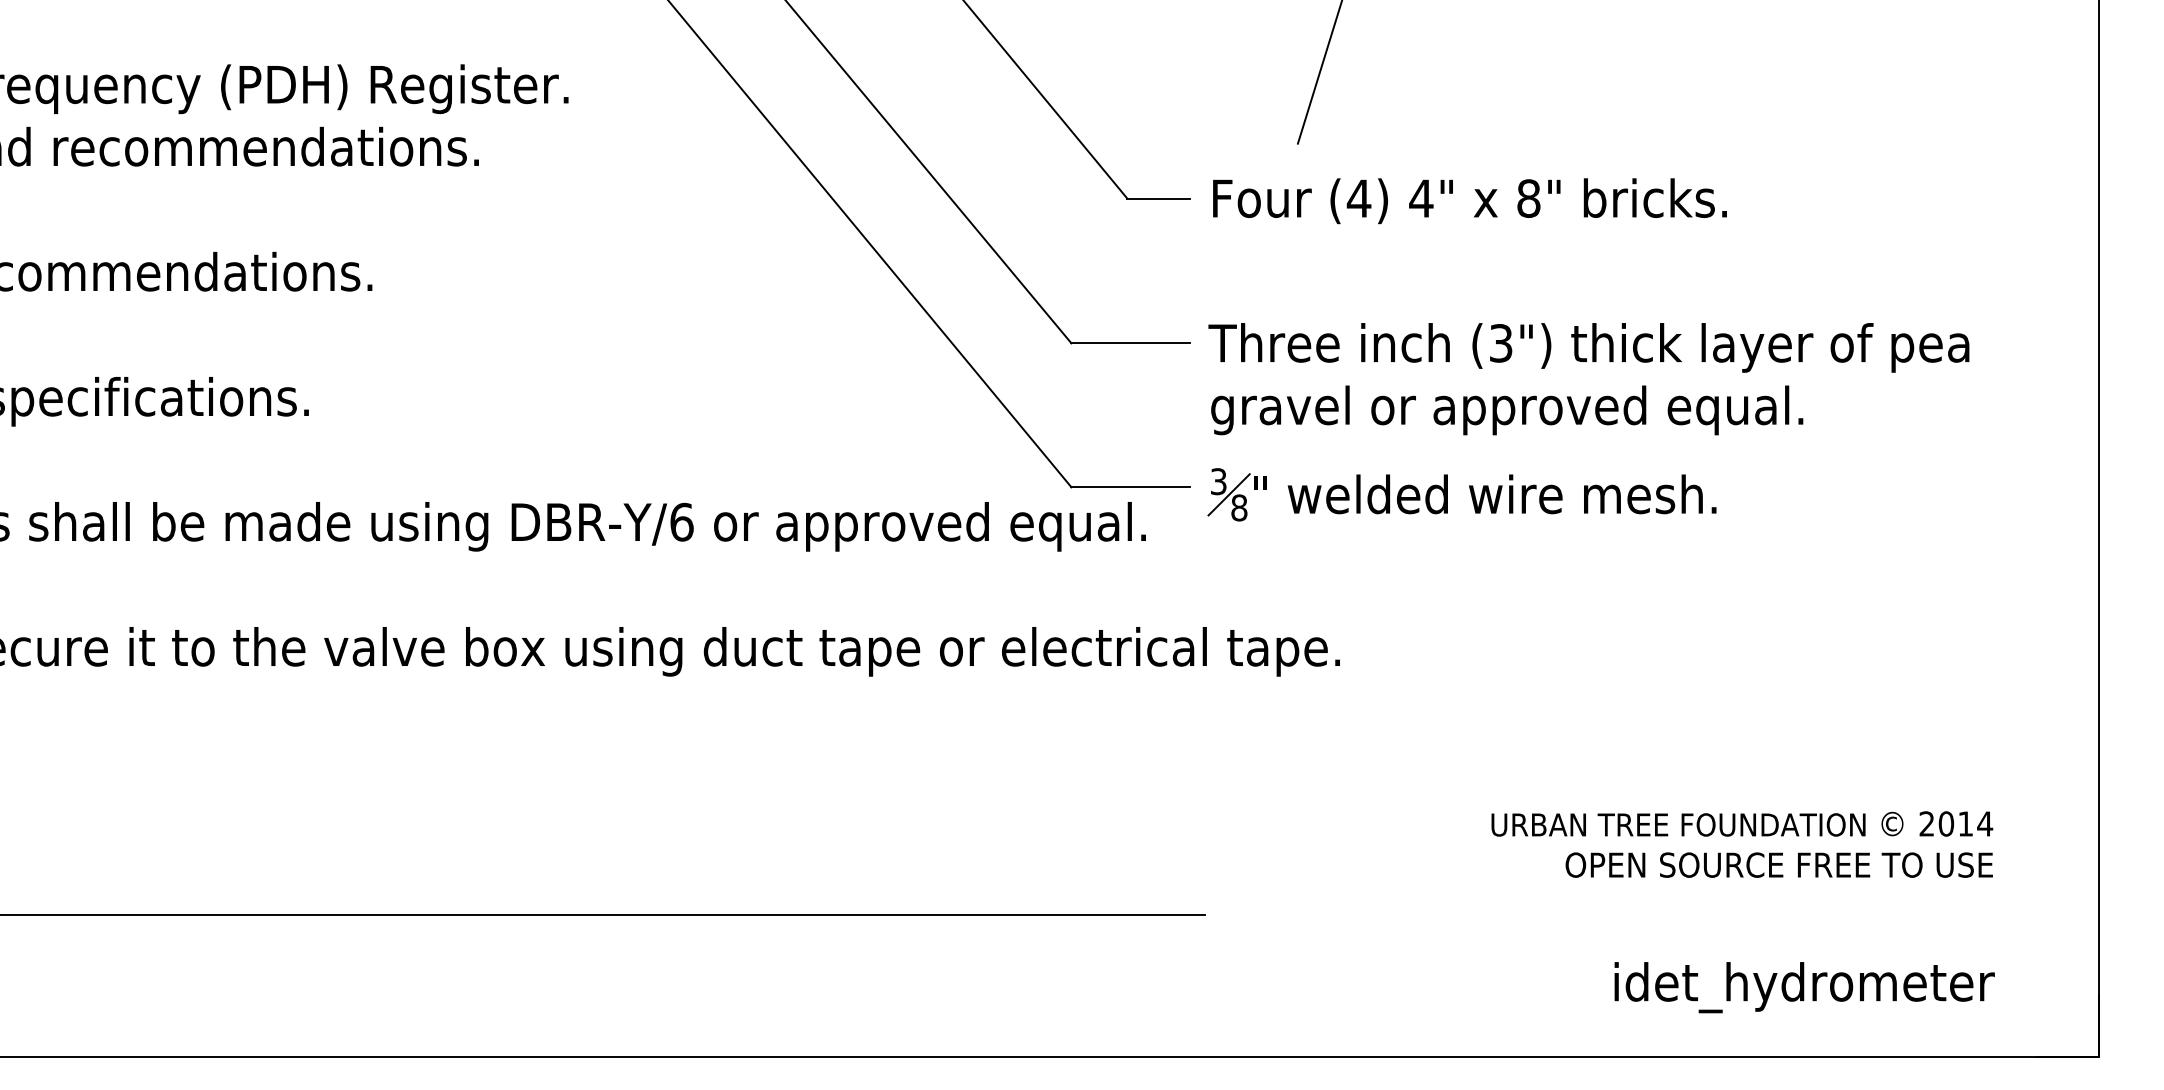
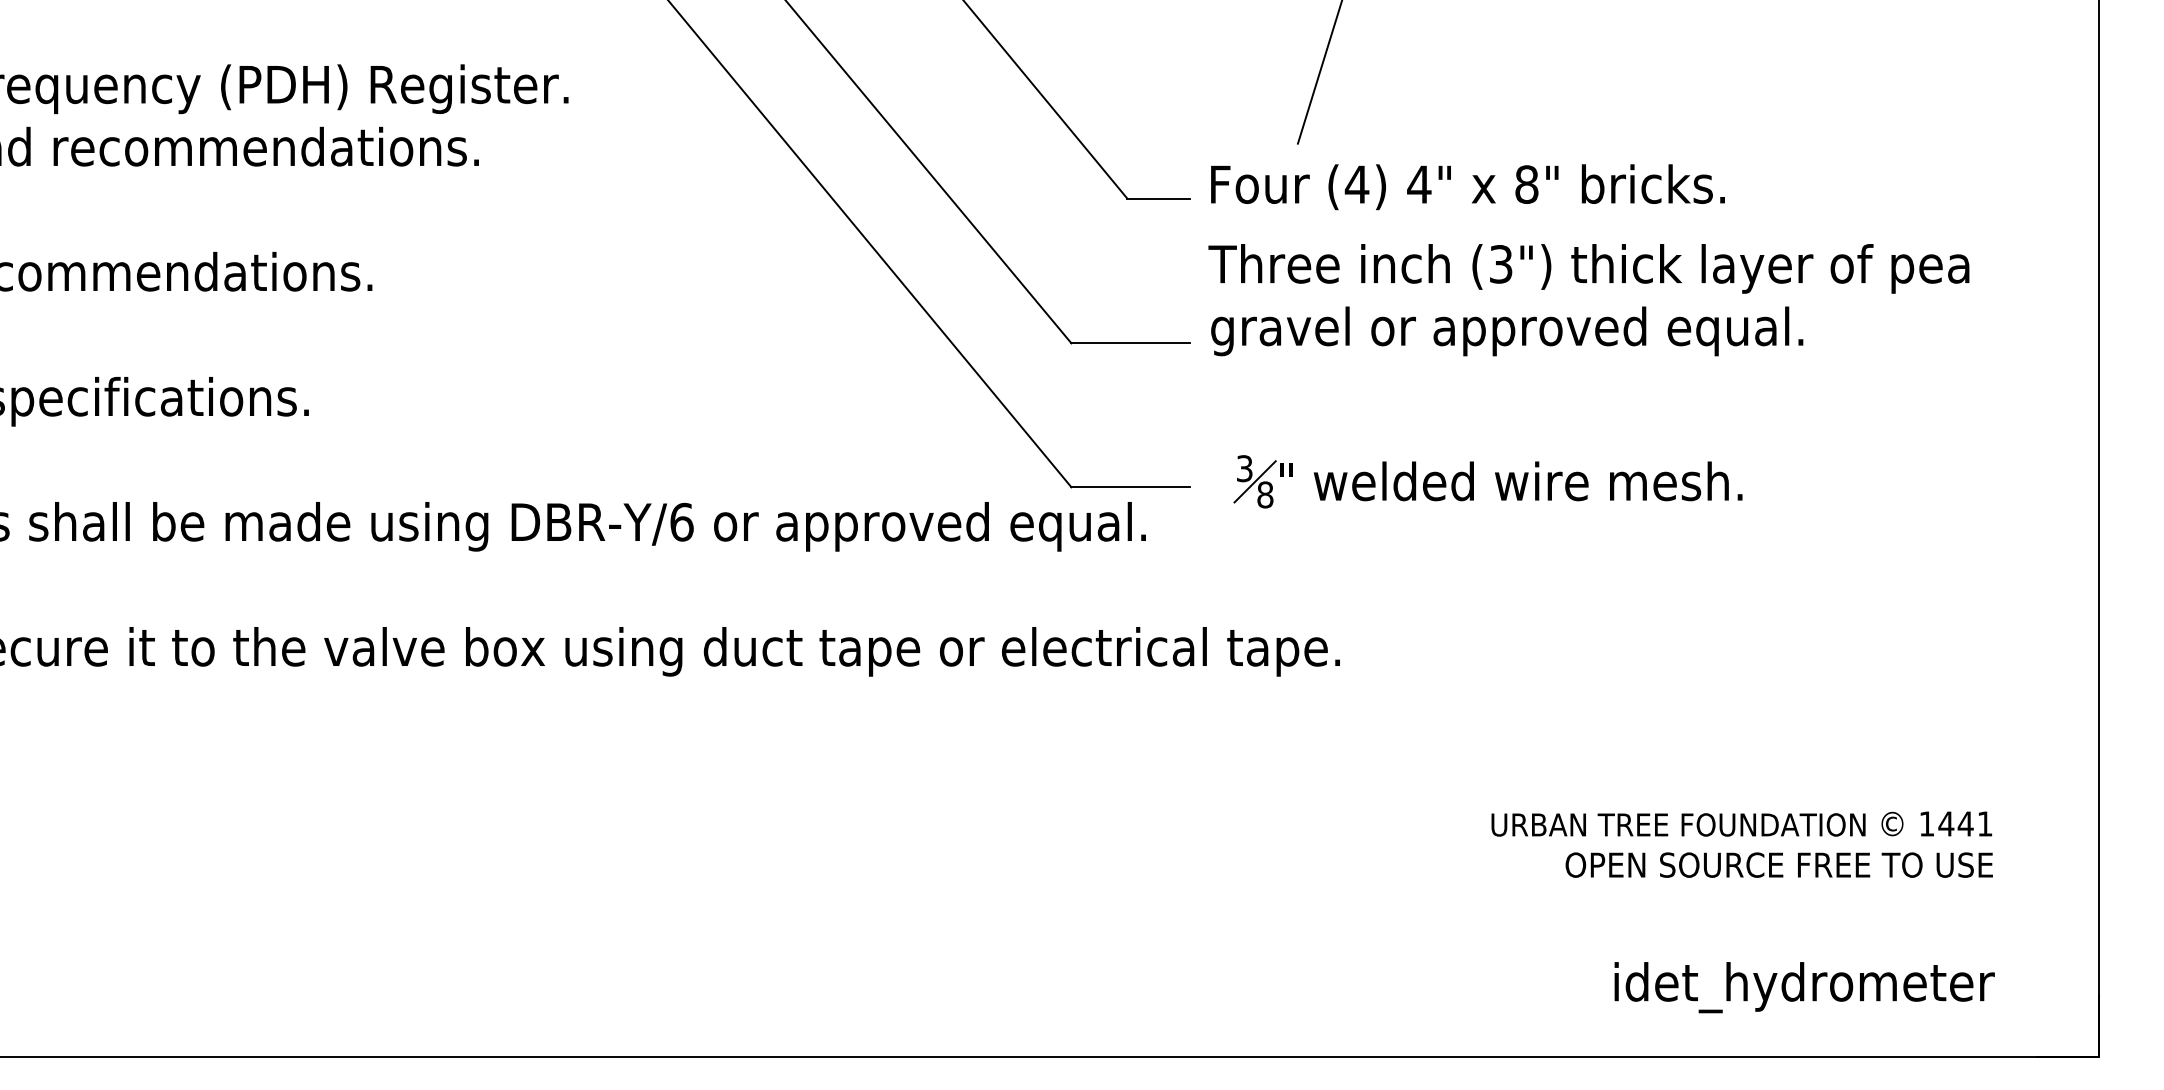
text at (1469, 201) position: (1469, 201) -> (1467, 187)
text at (1588, 379) position: (1588, 379) -> (1588, 300)
part at (1470, 493) position: (1470, 493) -> (1496, 480)
text at (1956, 823): 2014 -> 1441
line at (603, 915): present -> none
